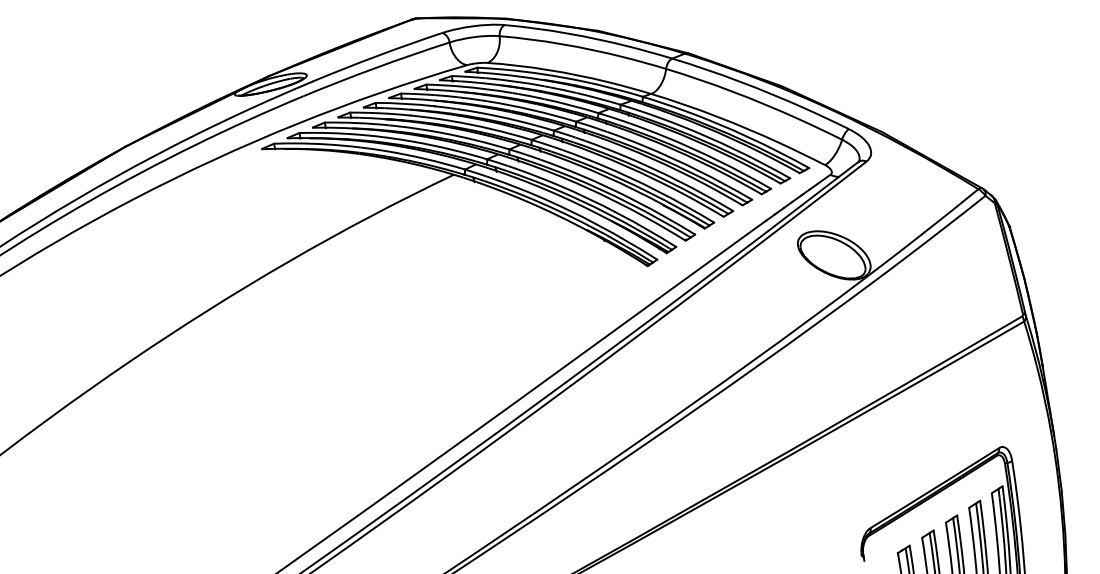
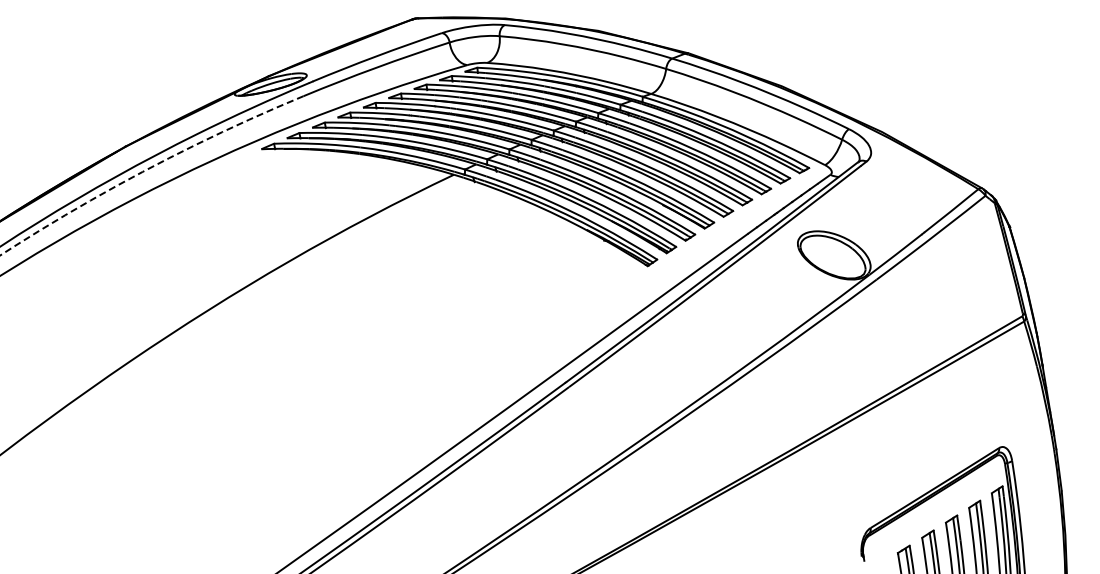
arc at (147, 169): solid -> dashed
